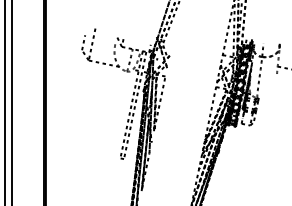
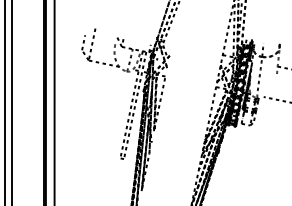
line at (275, 99): none -> present
line at (54, 102): none -> present
